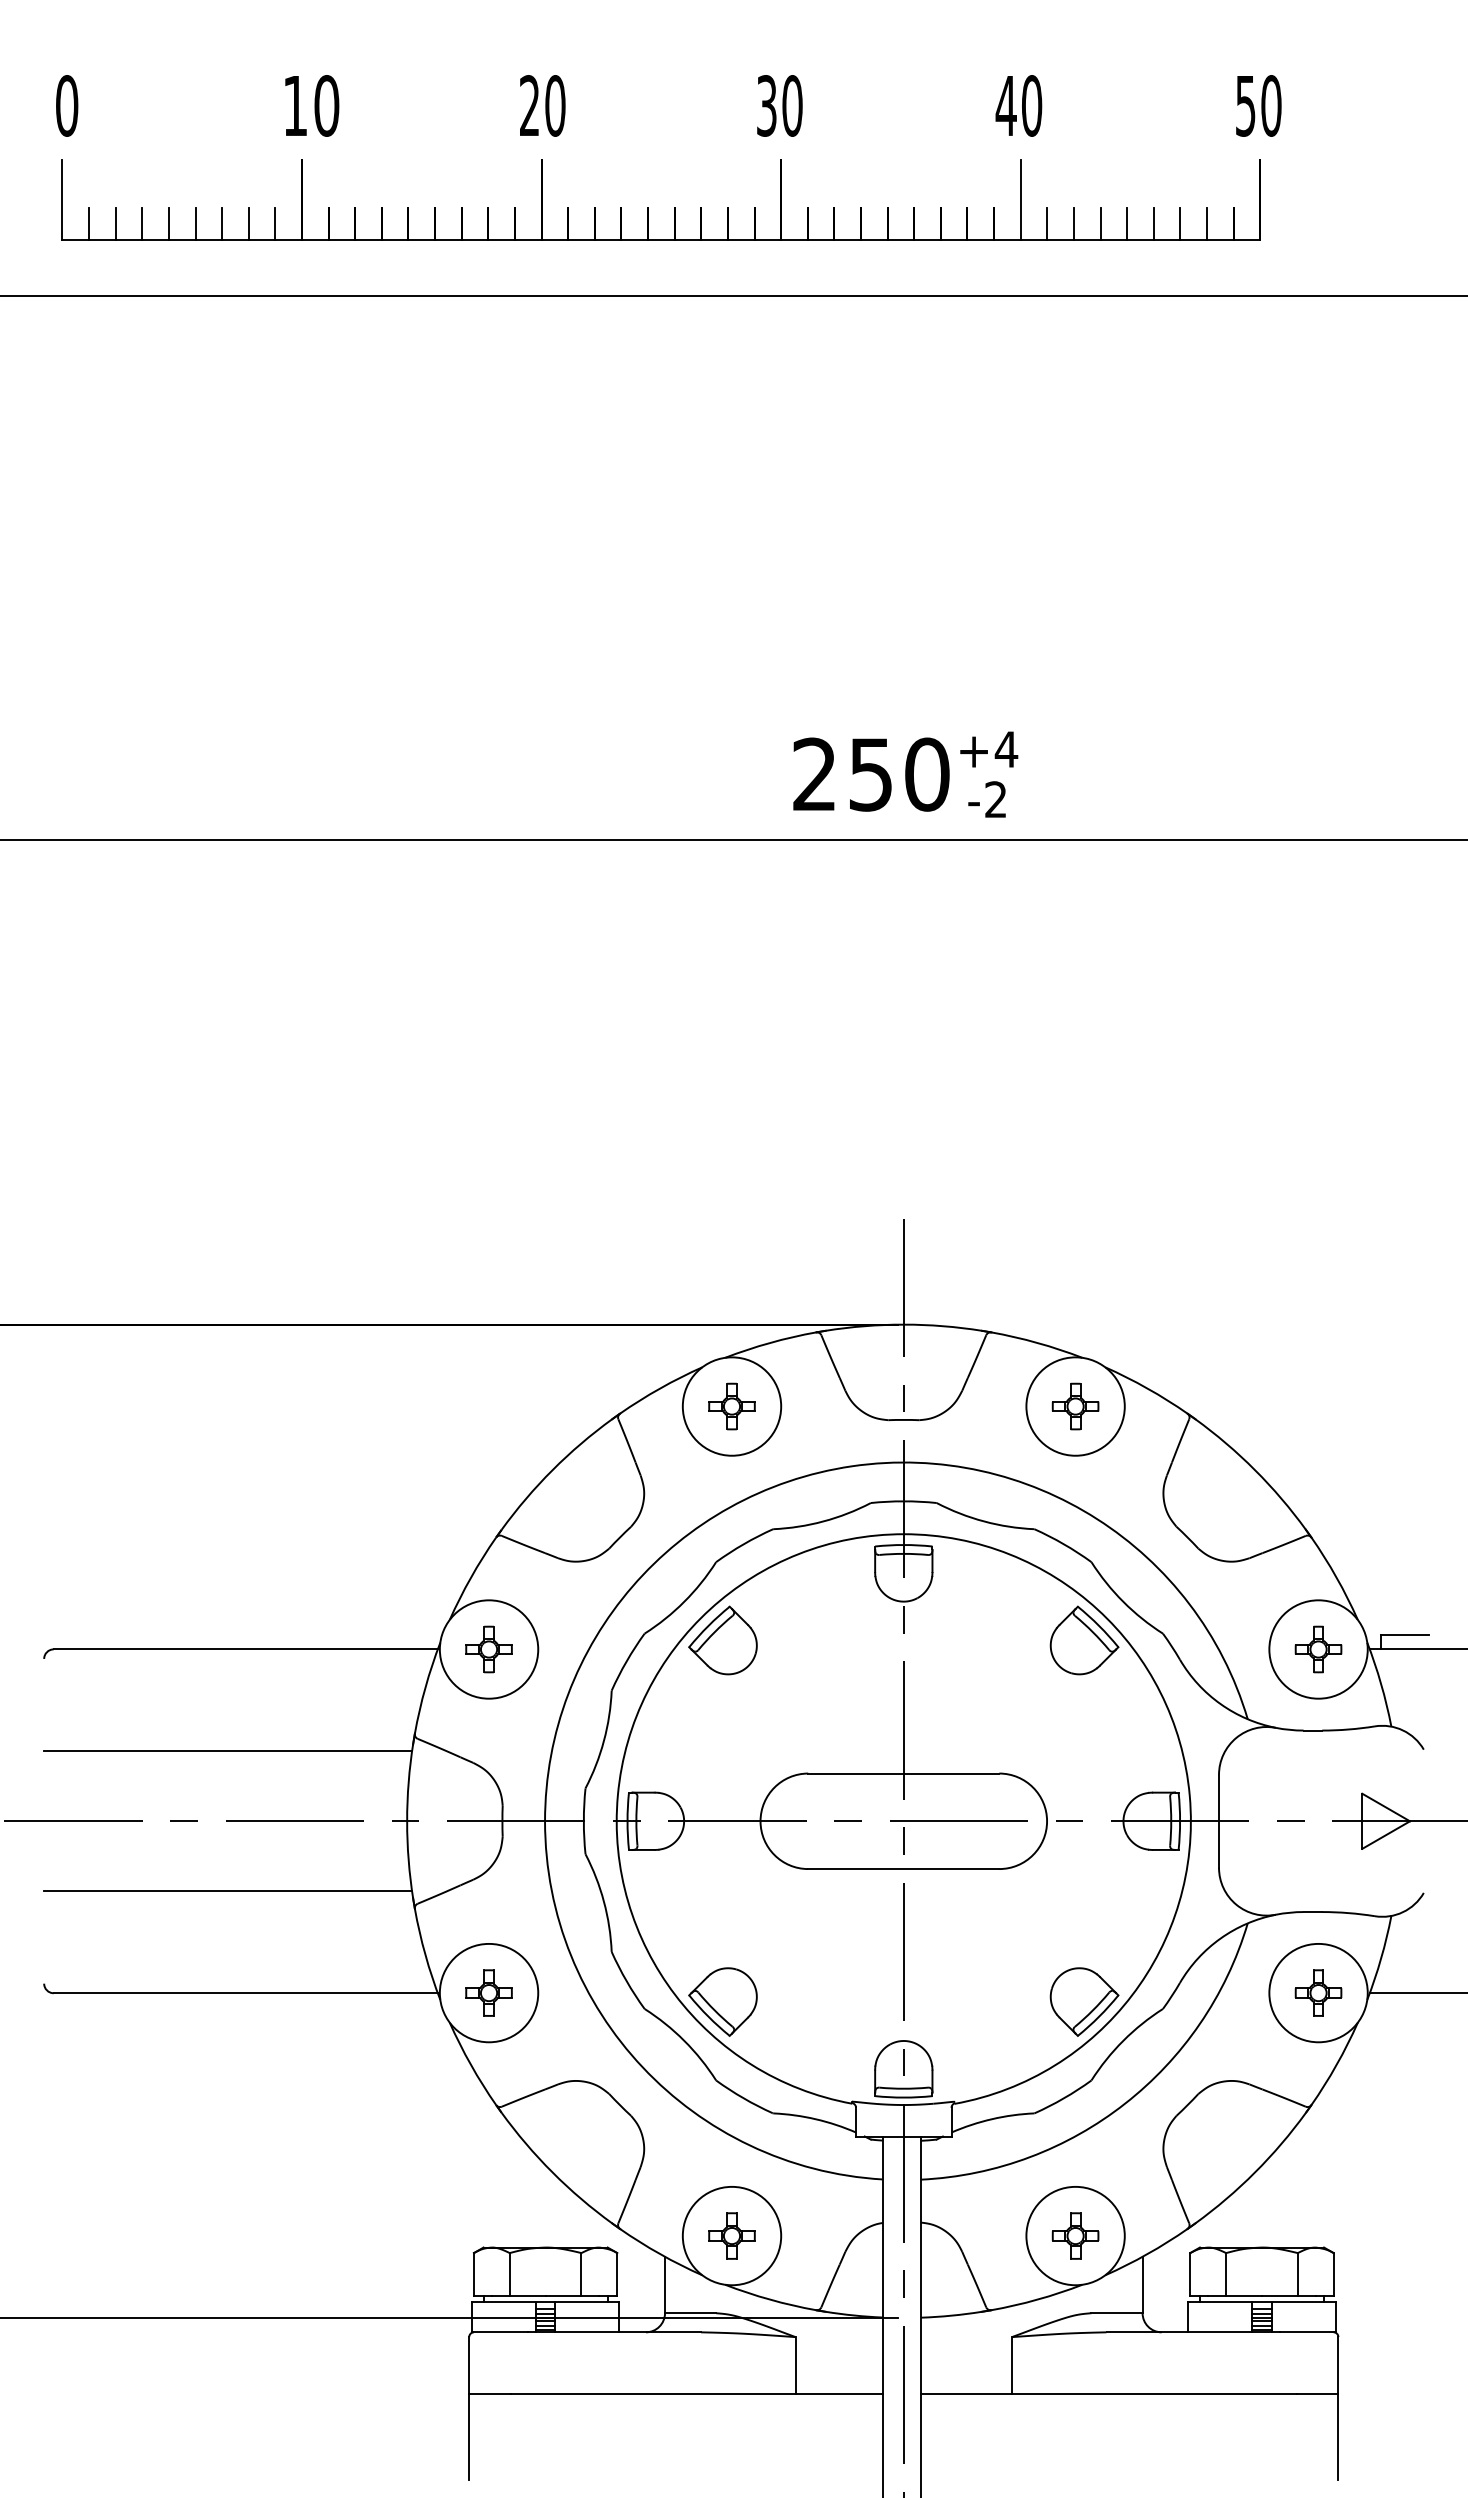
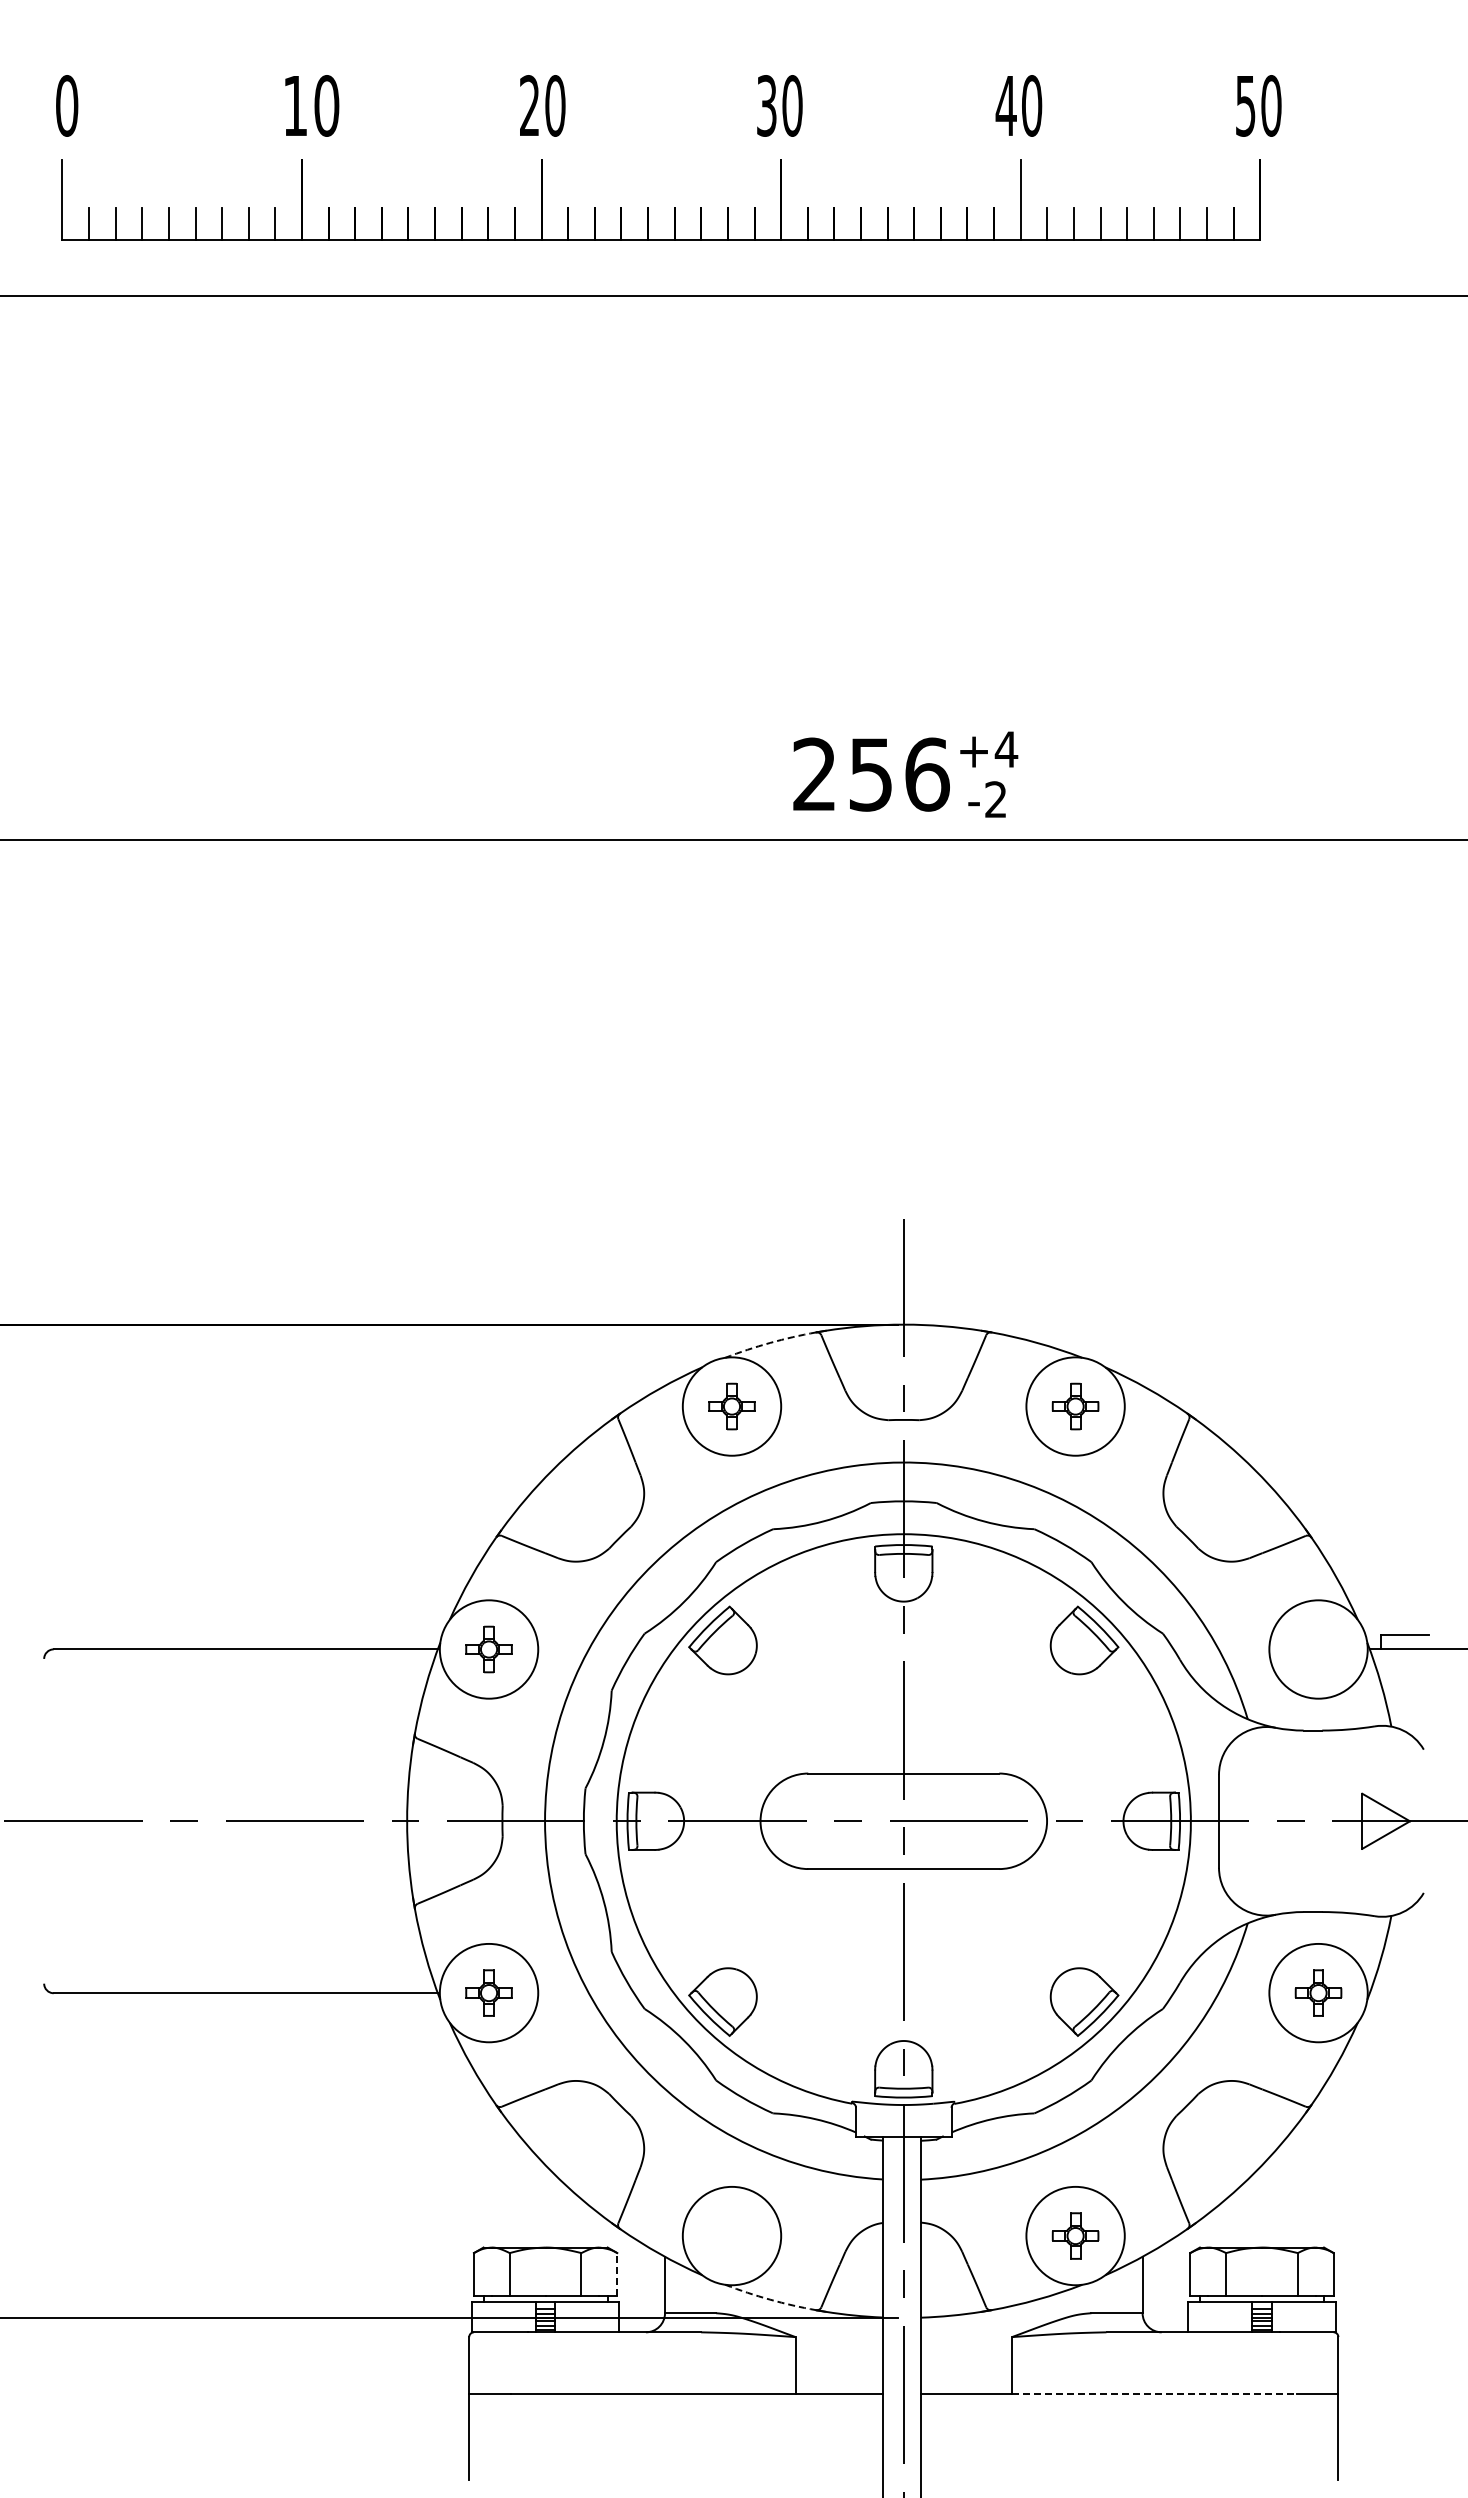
text at (927, 774): 250 -> 256
arc at (770, 1342): solid -> dashed
part at (1318, 1649): present -> none
line at (228, 1751): present -> none
line at (228, 1891): present -> none
line at (1416, 1993): present -> none
part at (731, 2235): present -> none
line at (617, 2274): solid -> dashed
arc at (770, 2299): solid -> dashed
line at (1154, 2394): solid -> dashed
